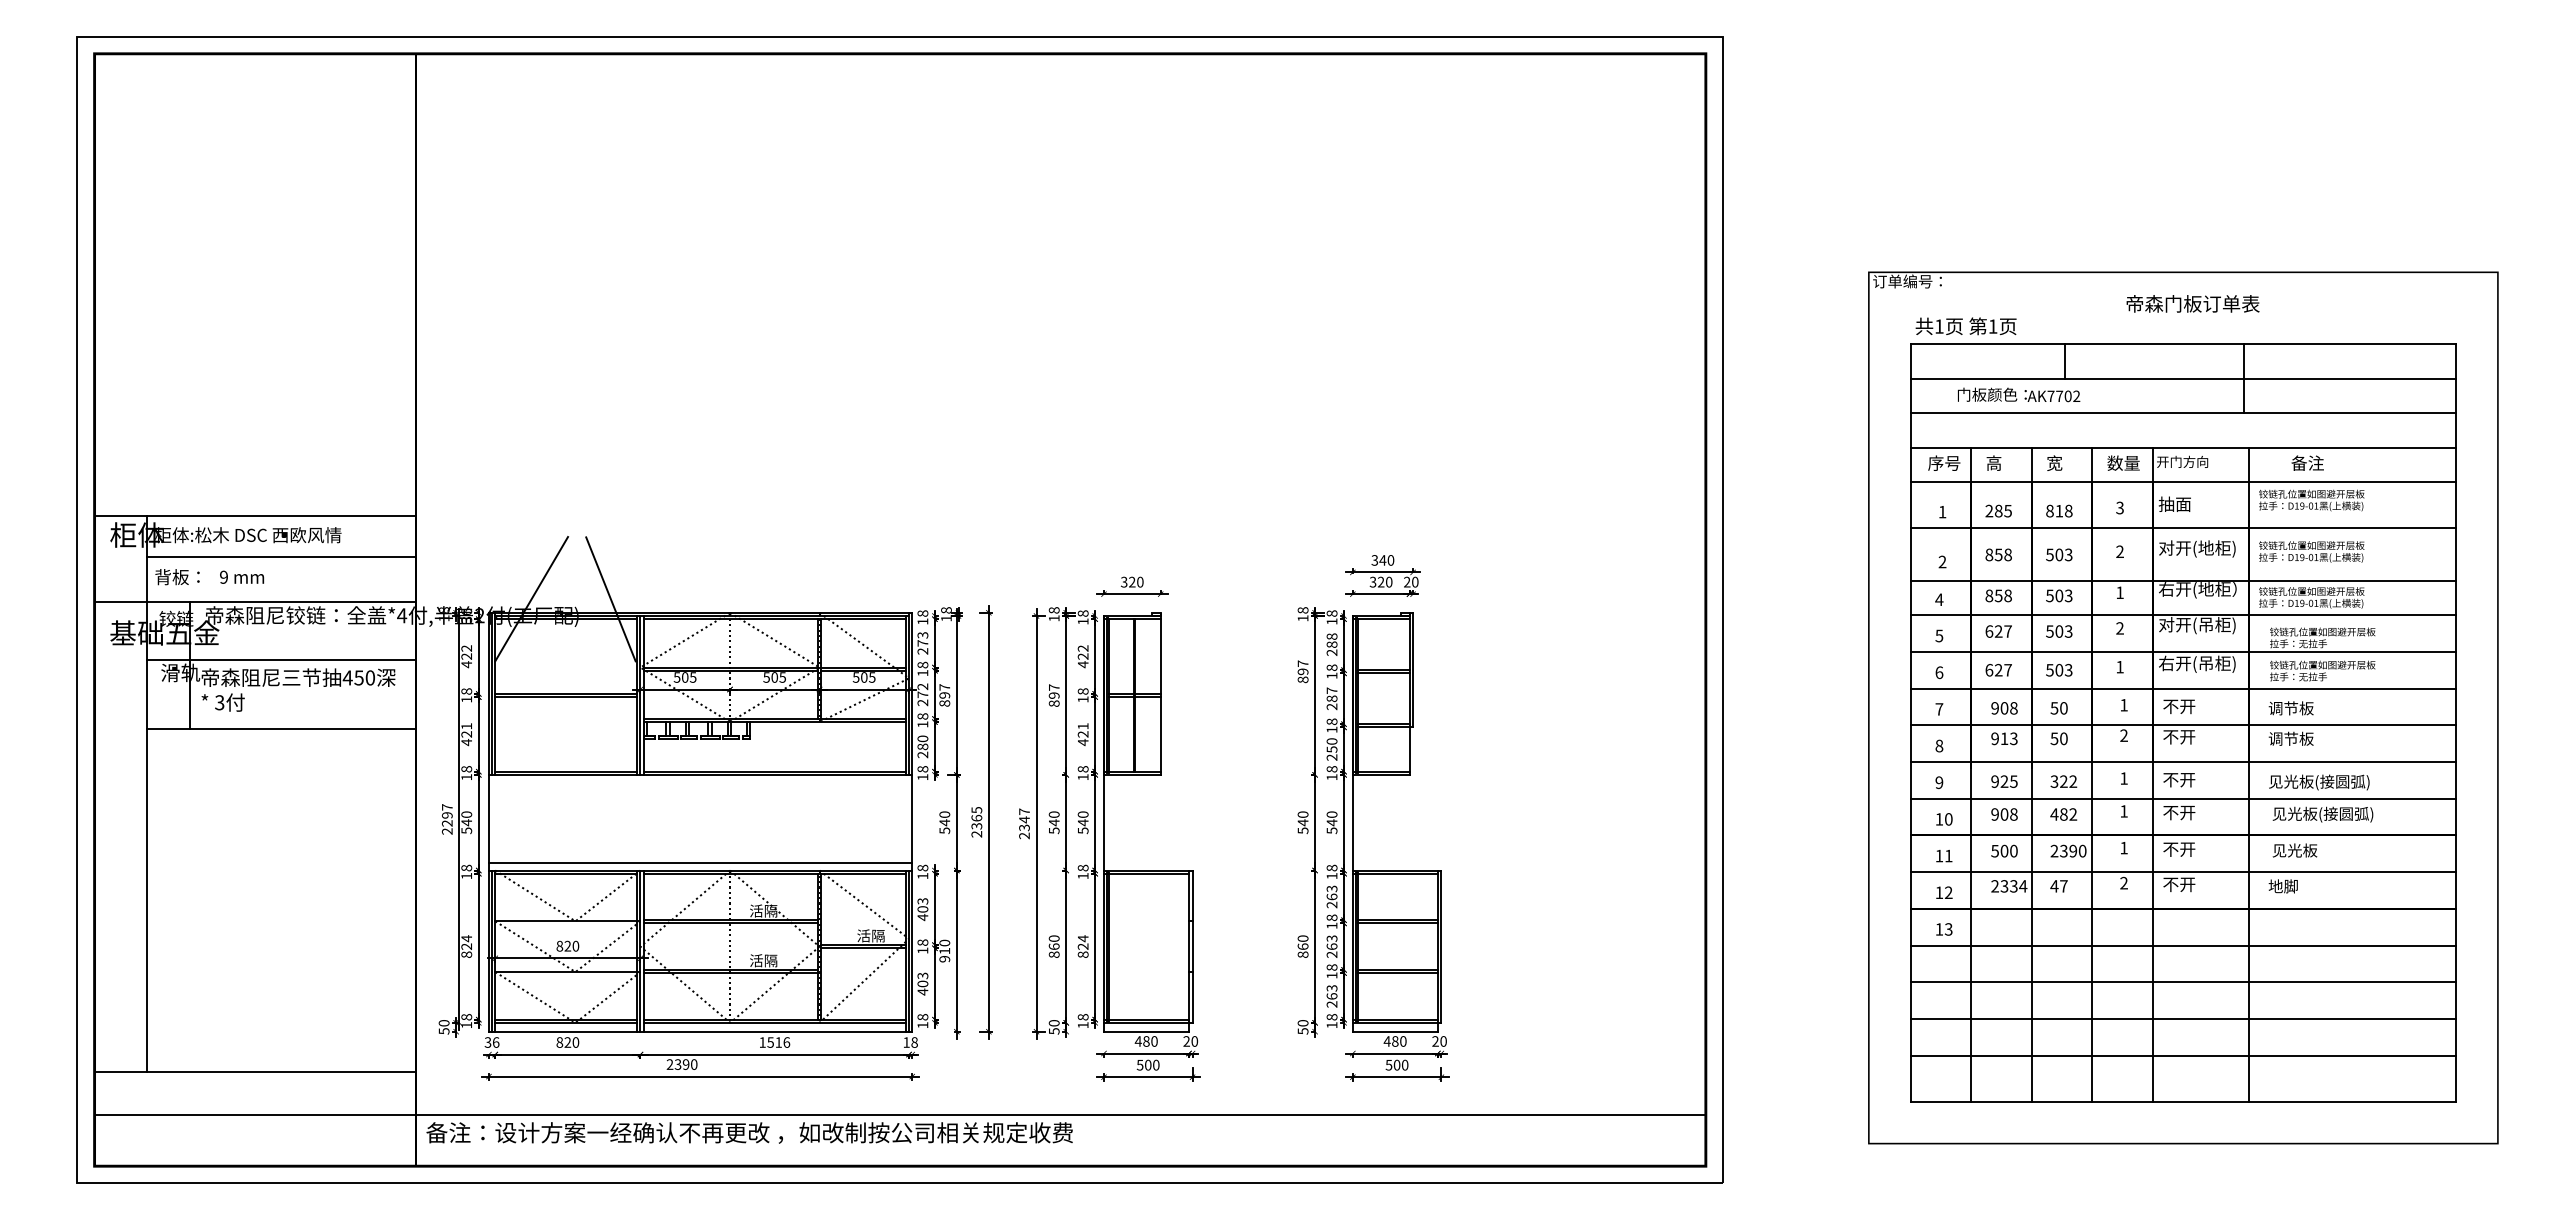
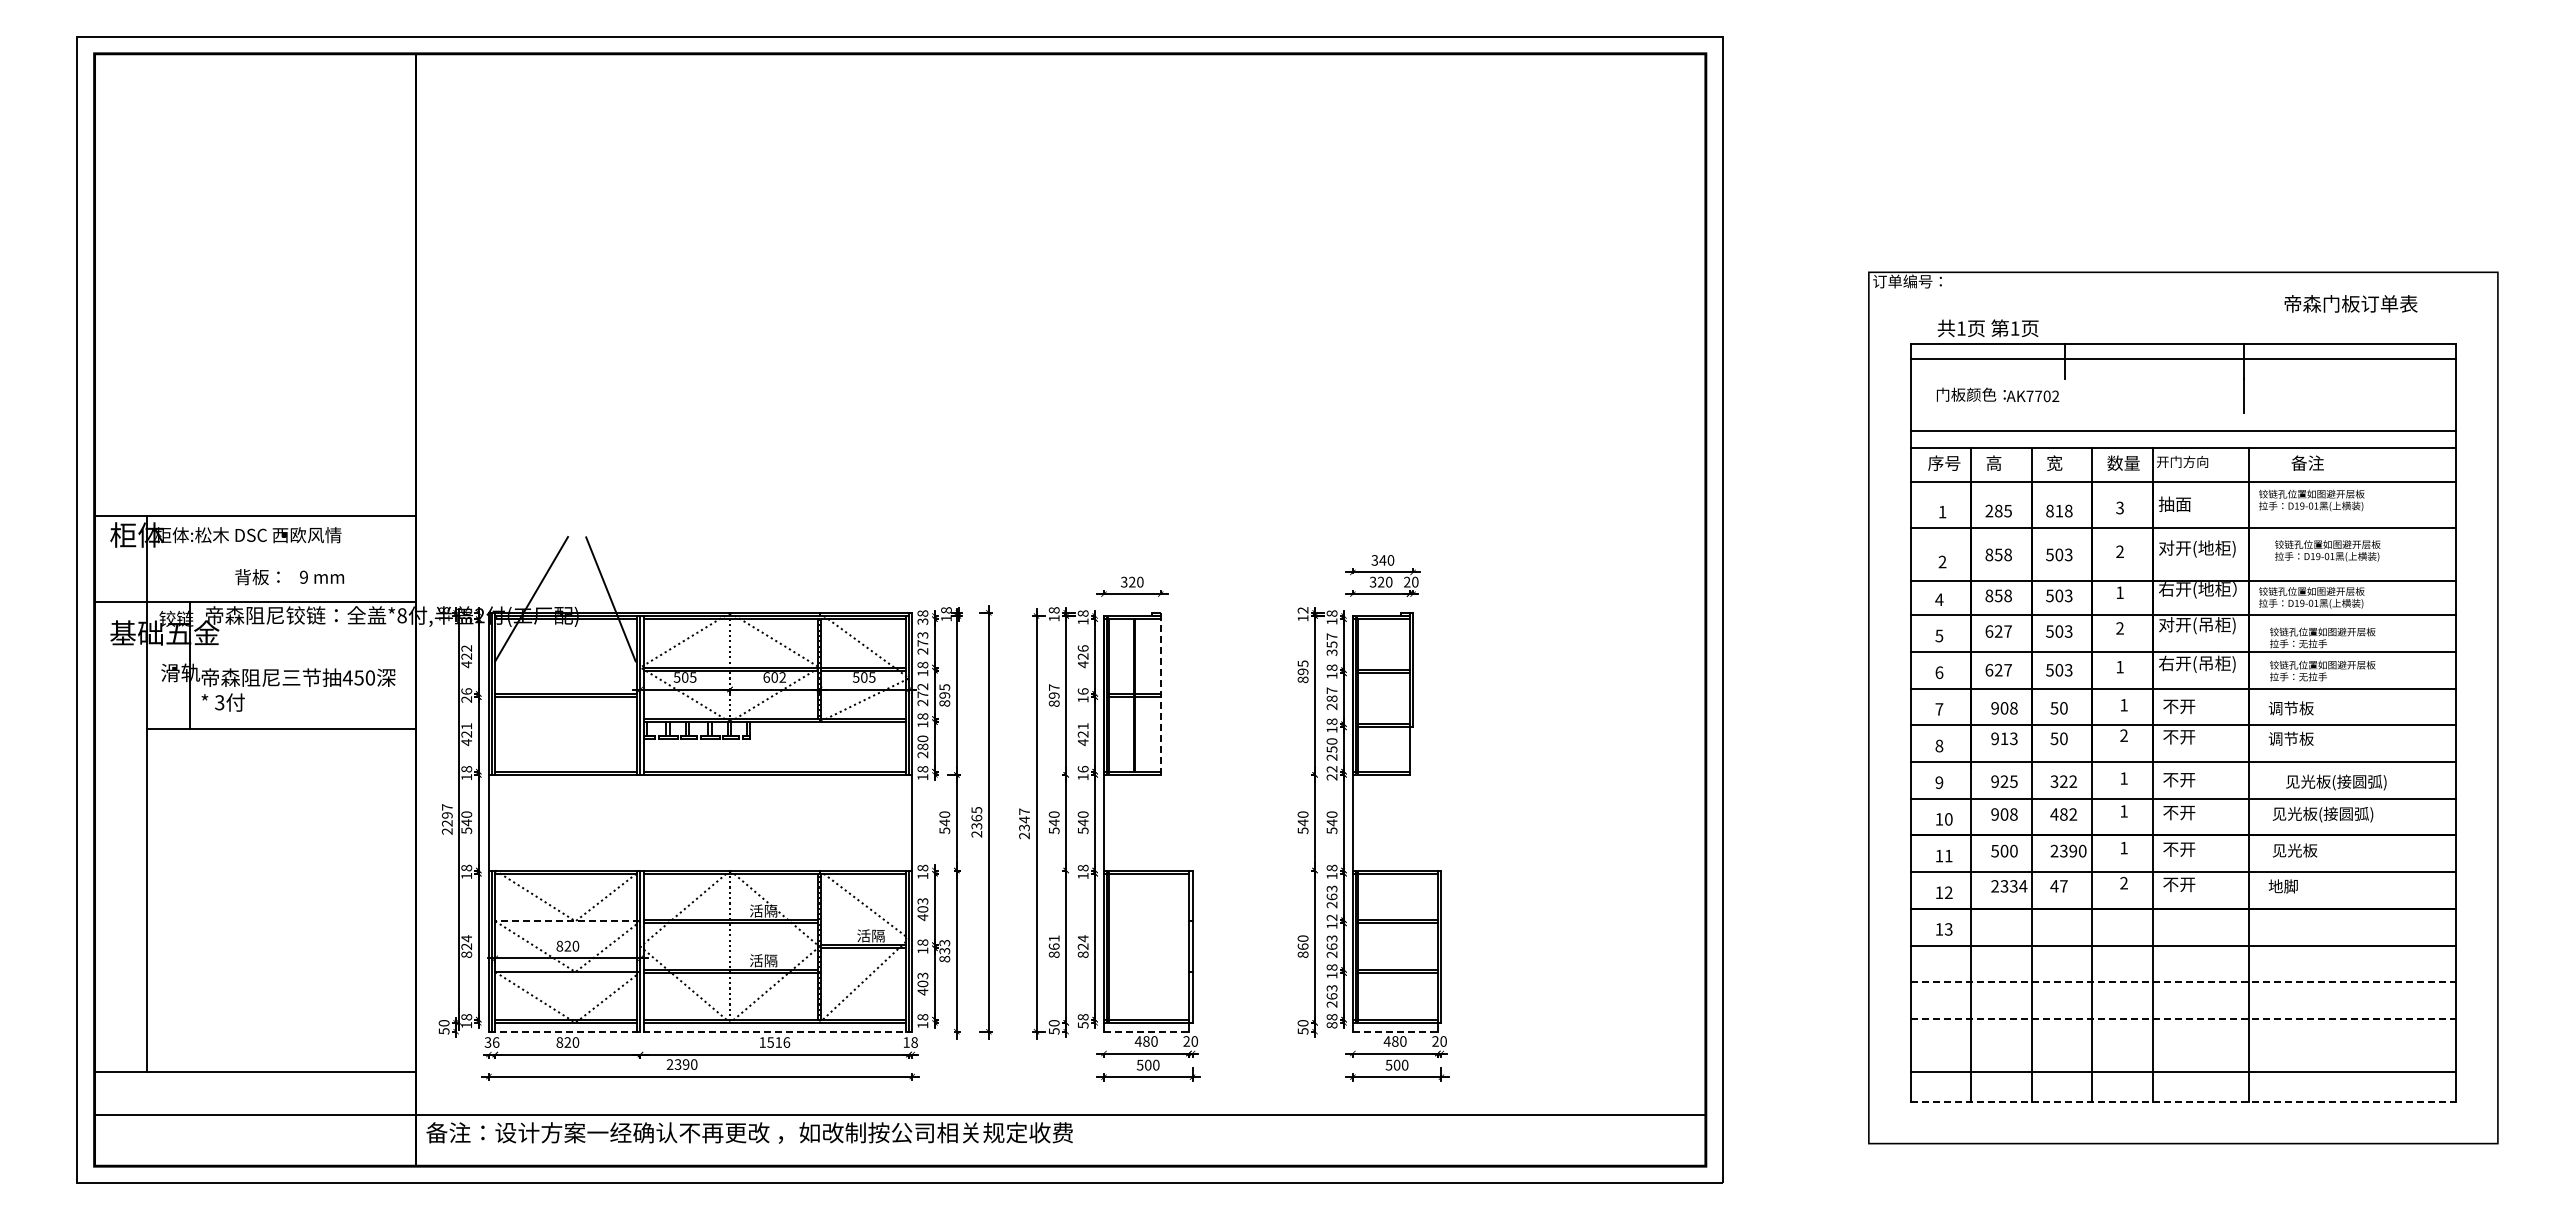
text at (2192, 303) position: (2192, 303) -> (2350, 303)
text at (1965, 326) position: (1965, 326) -> (1987, 328)
line at (2183, 378) position: (2183, 378) -> (2183, 358)
text at (2019, 394) position: (2019, 394) -> (1998, 394)
line at (2183, 413) position: (2183, 413) -> (2183, 431)
text at (2311, 551) position: (2311, 551) -> (2327, 550)
line at (281, 557): present -> none
text at (209, 577) position: (209, 577) -> (289, 577)
text at (1302, 610): 18 -> 12
text at (402, 615): *4 -> *8
text at (922, 621): 18 -> 38
text at (1331, 644): 288 -> 357
text at (1082, 648): 422 -> 426
line at (281, 659): present -> none
text at (1302, 663): 897 -> 895
text at (774, 677): 505 -> 602
text at (944, 687): 897 -> 895
text at (1082, 691): 18 -> 16
line at (1160, 693): solid -> dashed
text at (466, 695): 18 -> 26
text at (1082, 769): 18 -> 16
text at (1331, 773): 18 -> 22
text at (2319, 782) position: (2319, 782) -> (2336, 782)
line at (700, 863): present -> none
text at (1331, 917): 18 -> 12
line at (567, 921): solid -> dashed
text at (1053, 938): 860 -> 861
text at (944, 950): 910 -> 833
line at (2183, 982): solid -> dashed
line at (2183, 1018): solid -> dashed
text at (1083, 1025): 18 -> 58
text at (1331, 1025): 18 -> 88
line at (700, 1031): solid -> dashed
line at (1146, 1031): solid -> dashed
line at (1395, 1031): solid -> dashed
line at (2183, 1055) position: (2183, 1055) -> (2183, 1071)
line at (2183, 1101): solid -> dashed
